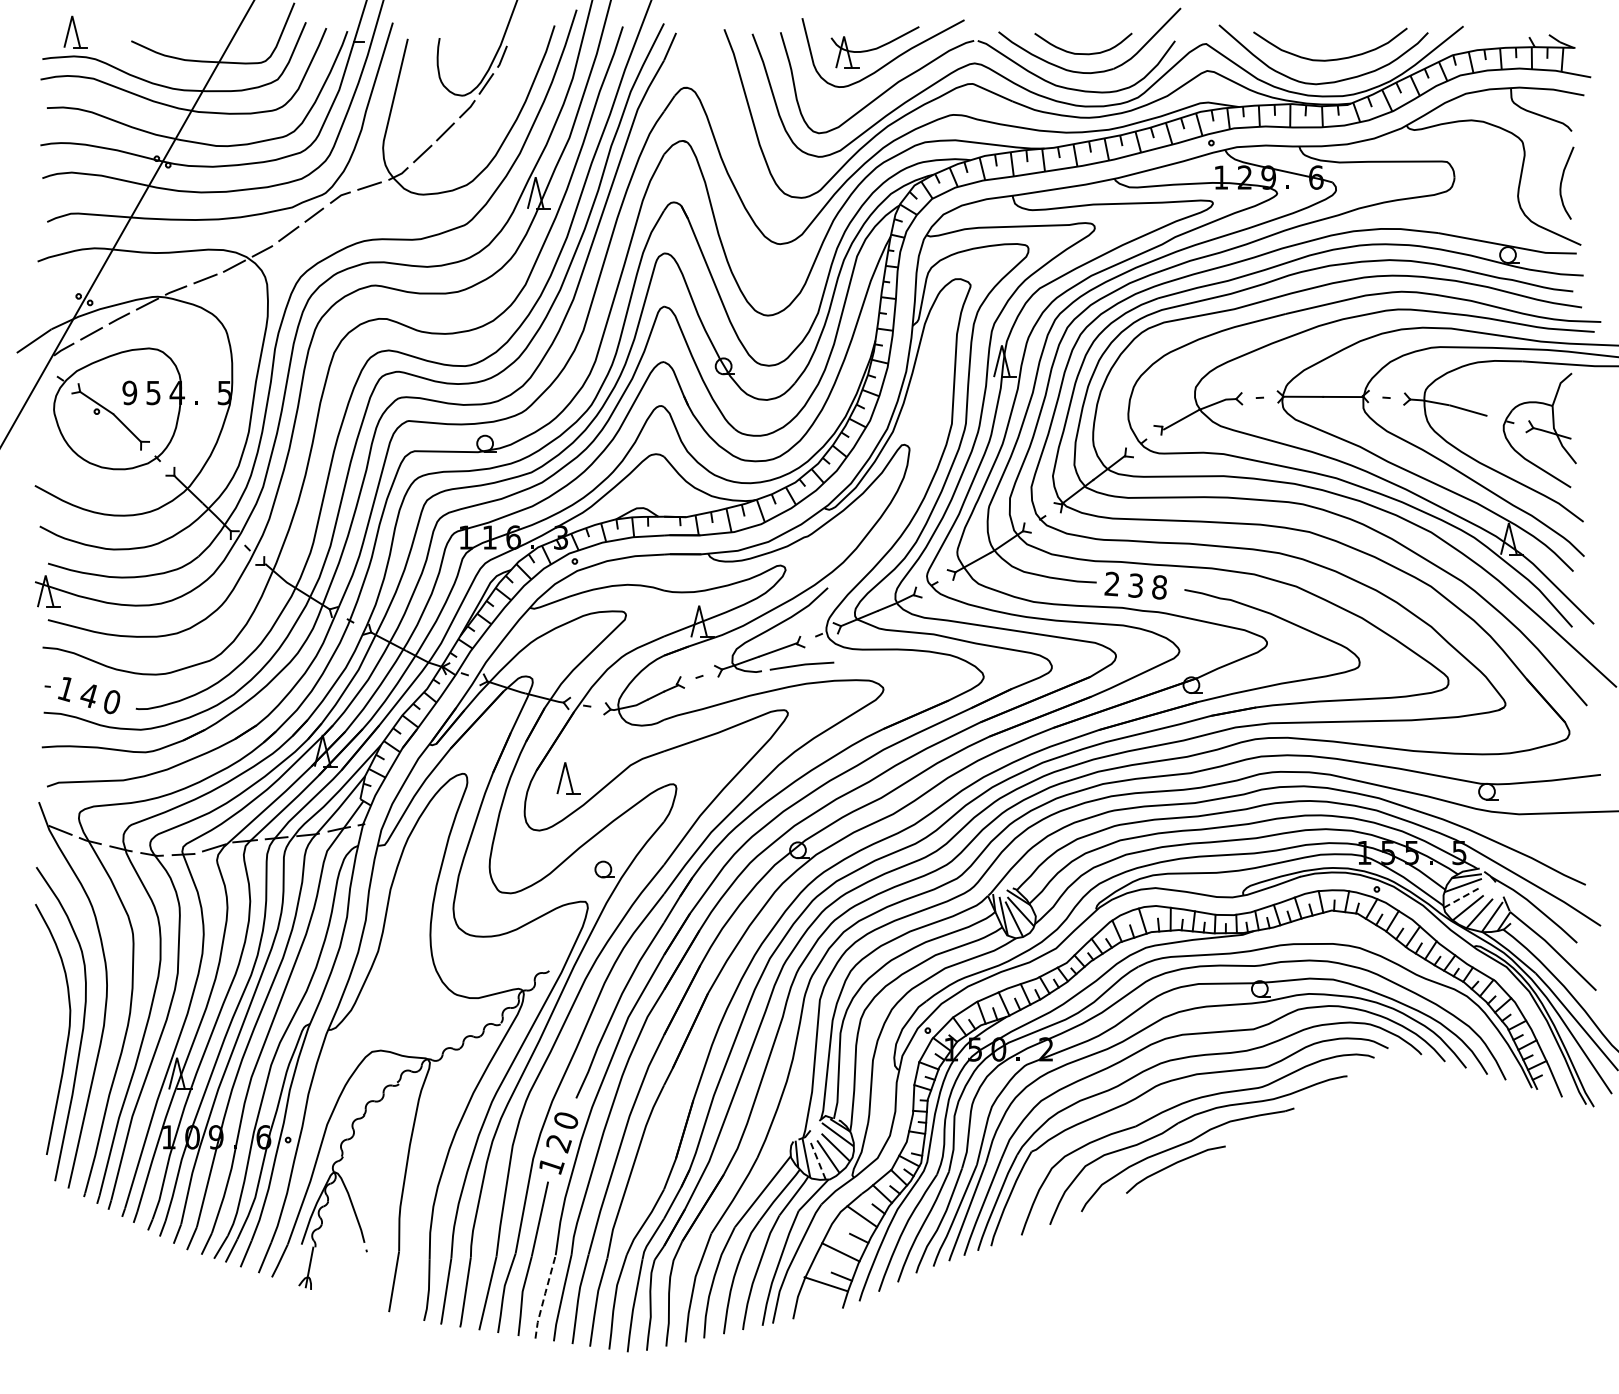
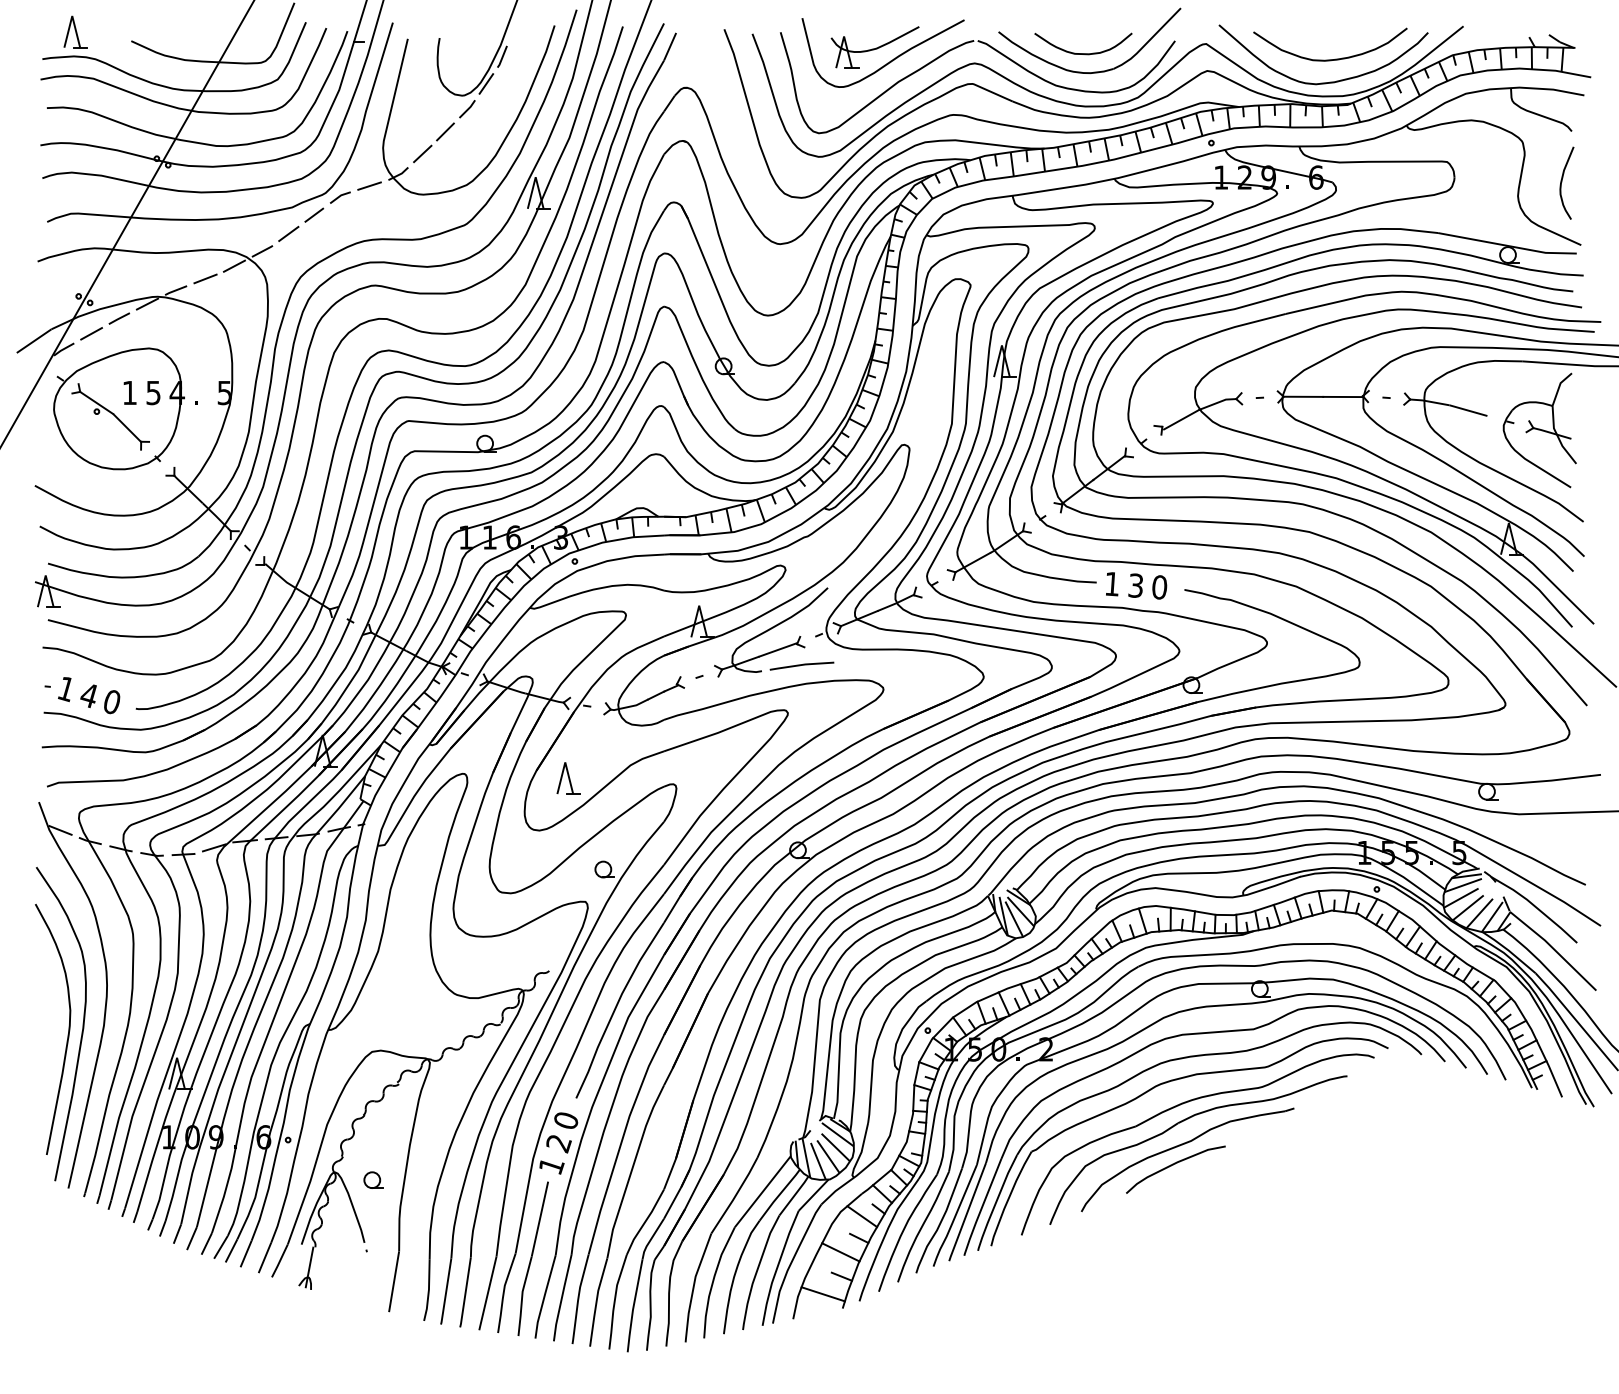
text at (129, 392): 9 -> 1
text at (1111, 583): 2 -> 1
text at (1159, 587): 8 -> 0
line at (1461, 898): dashed -> solid
line at (818, 1161): dashed -> solid
part at (373, 1179): none -> present
line at (825, 1284) position: (825, 1284) -> (822, 1294)
line at (544, 1297): dashed -> solid
